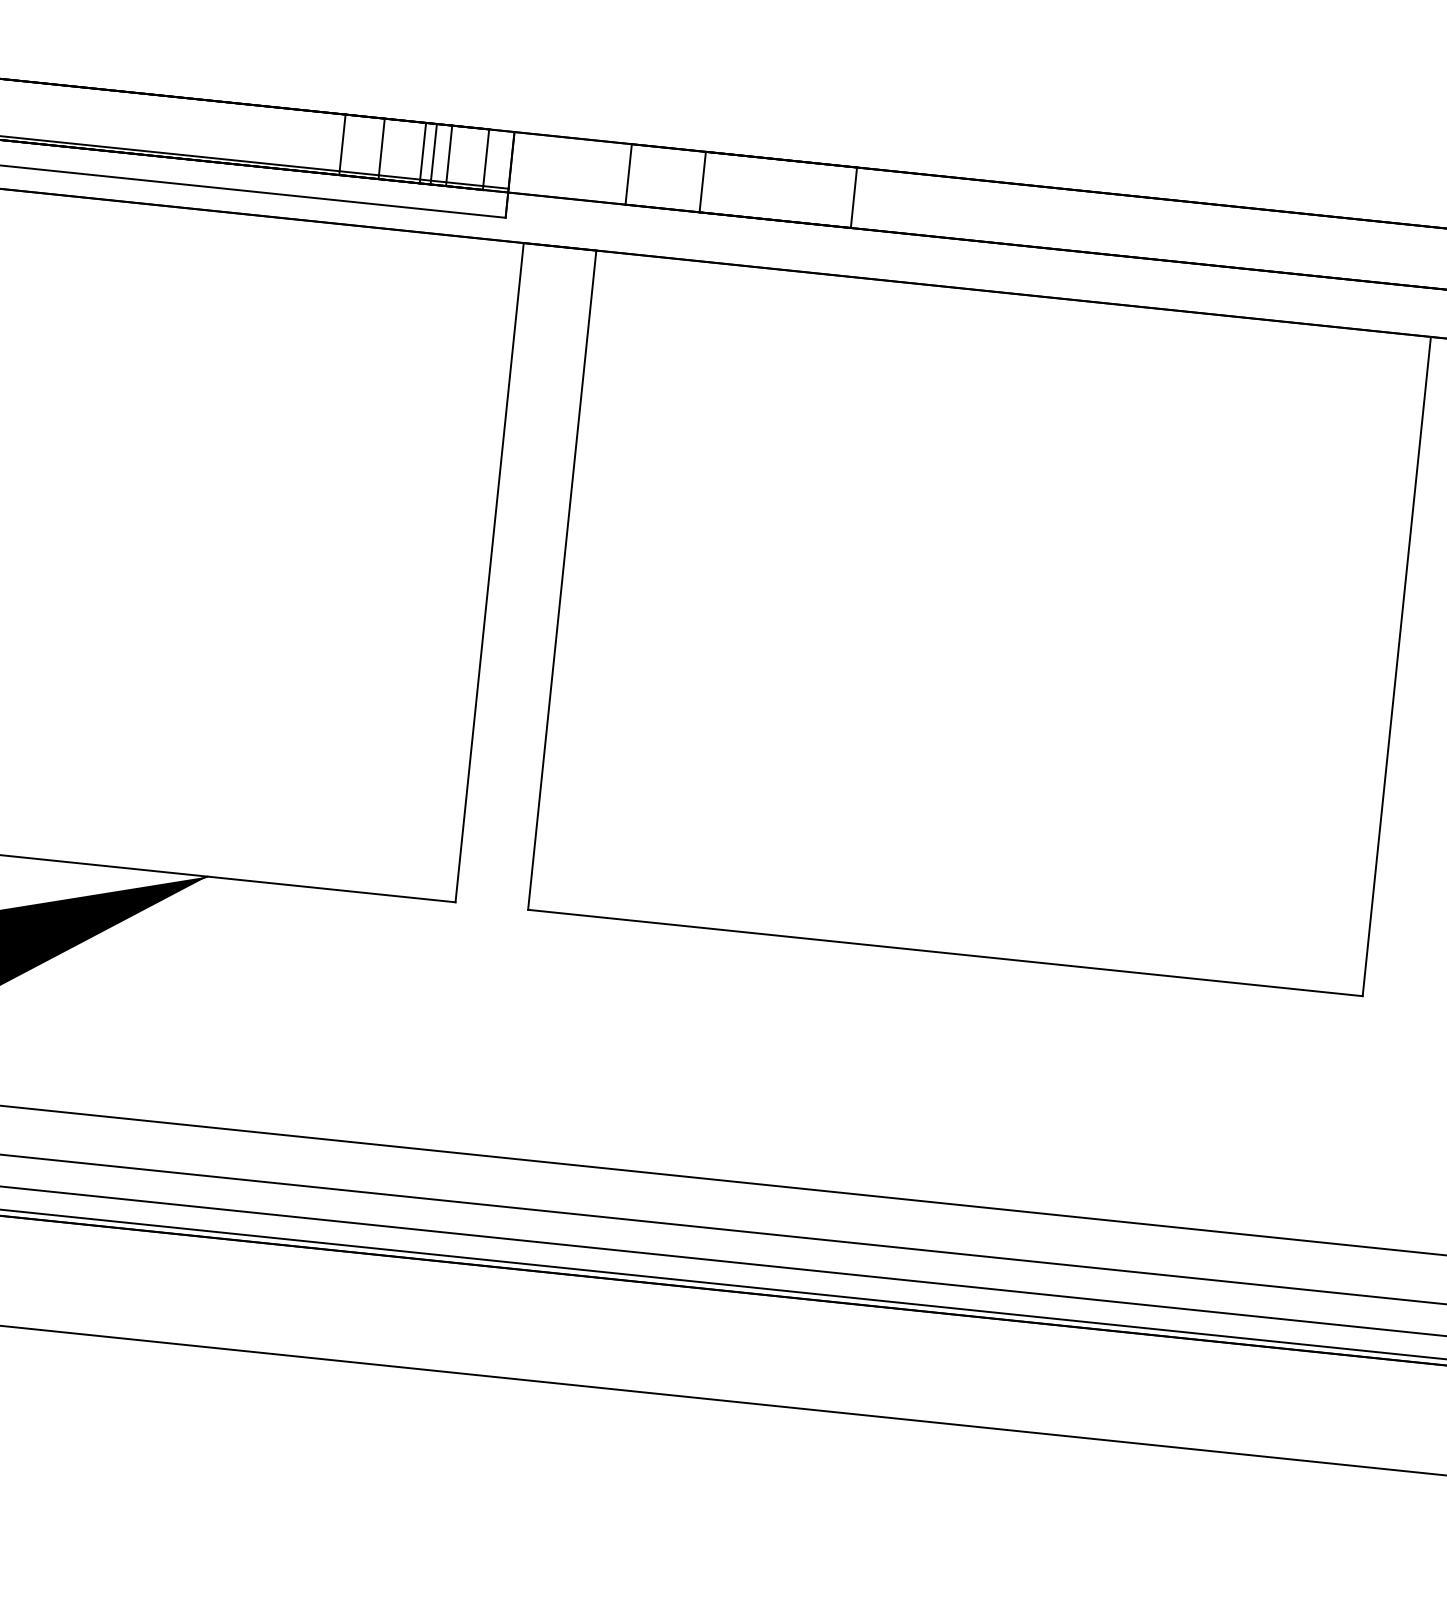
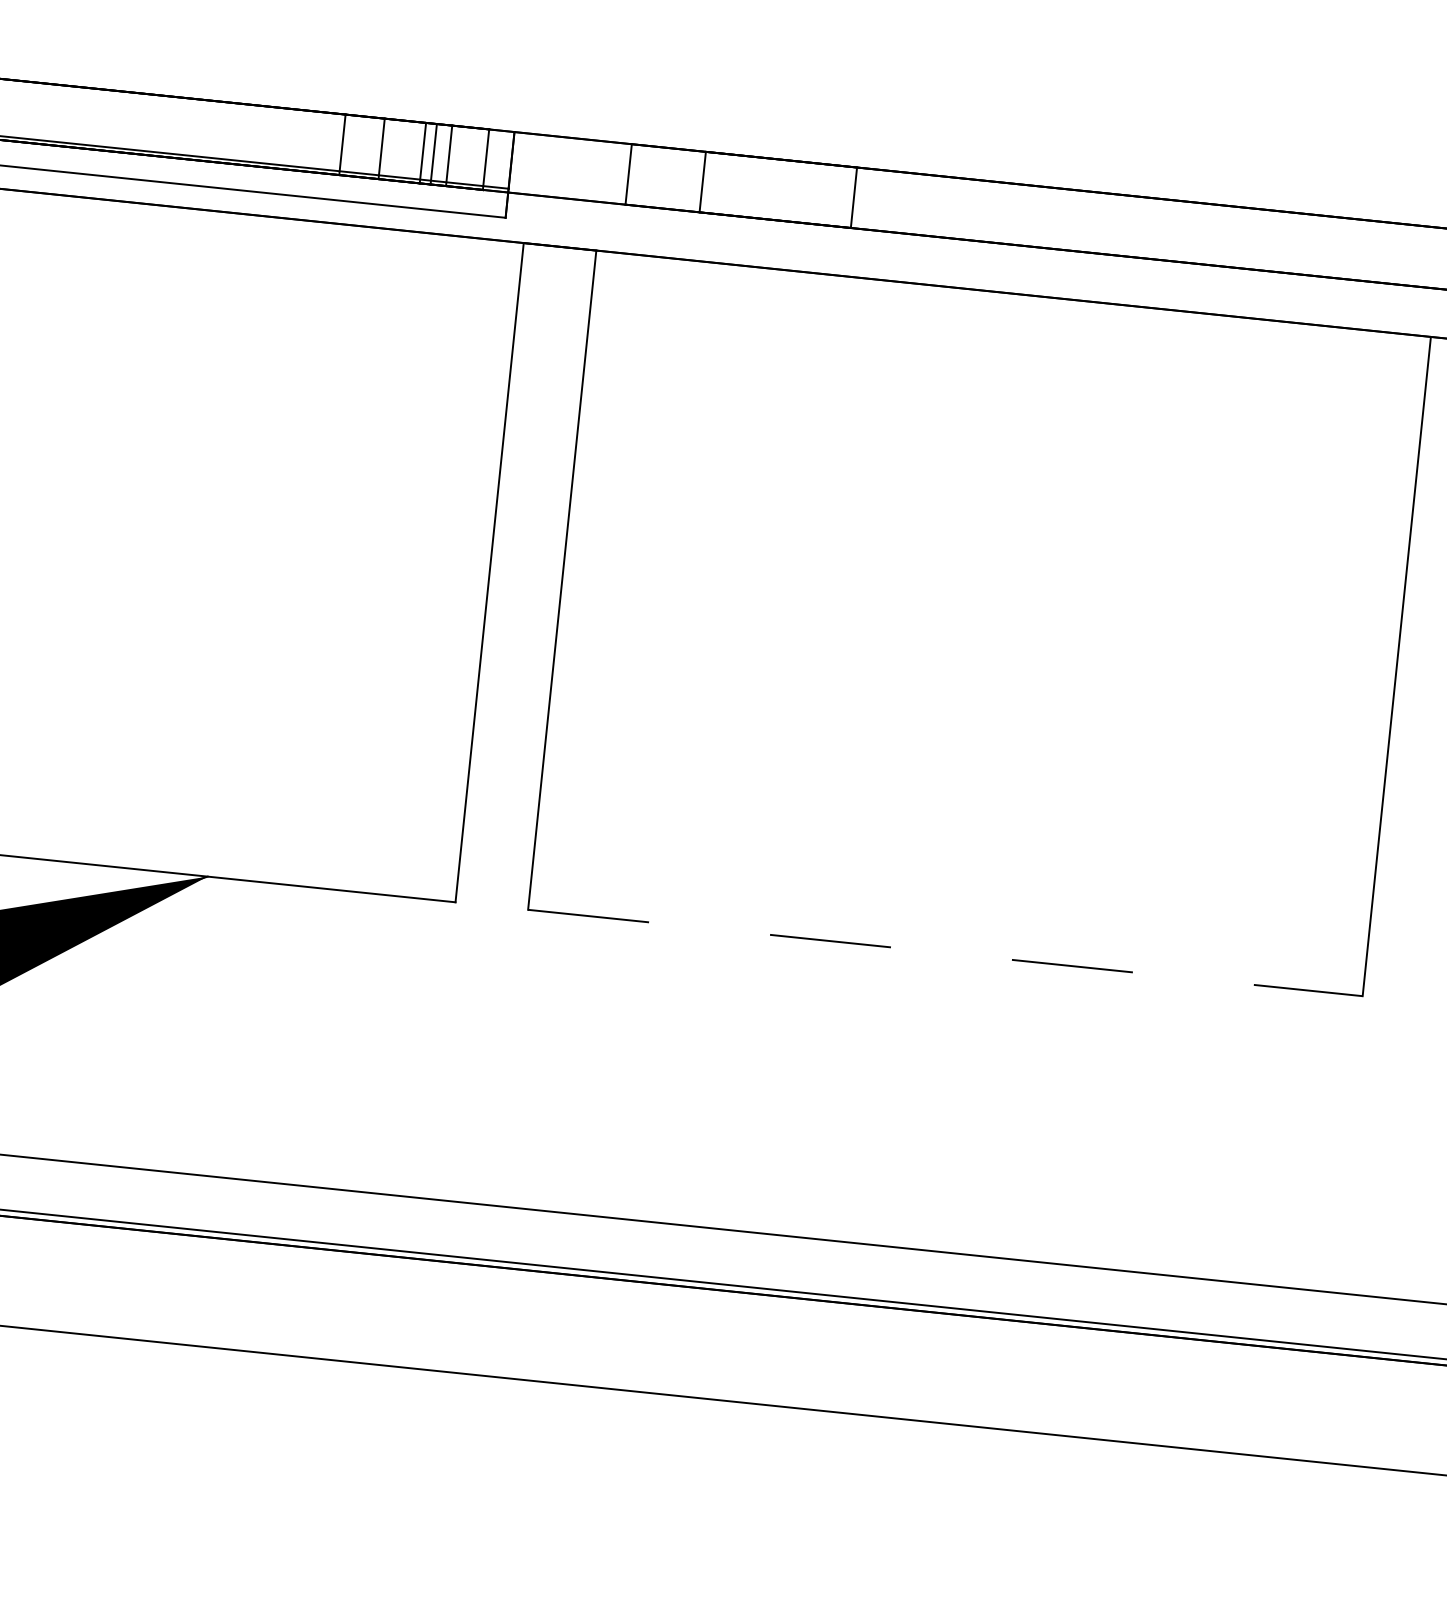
line at (945, 953): solid -> dashed
line at (722, 1180): present -> none
line at (722, 1260): present -> none
